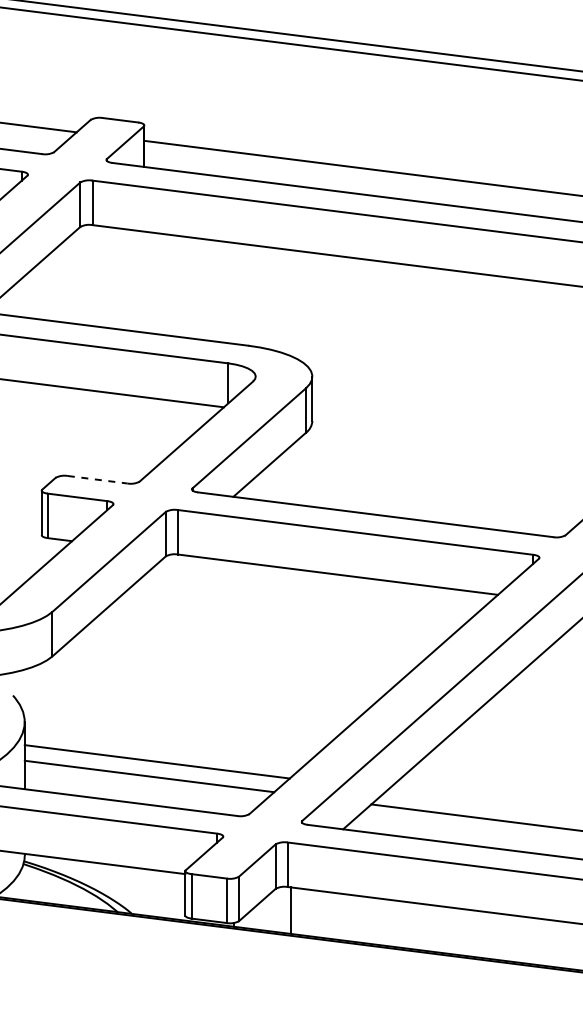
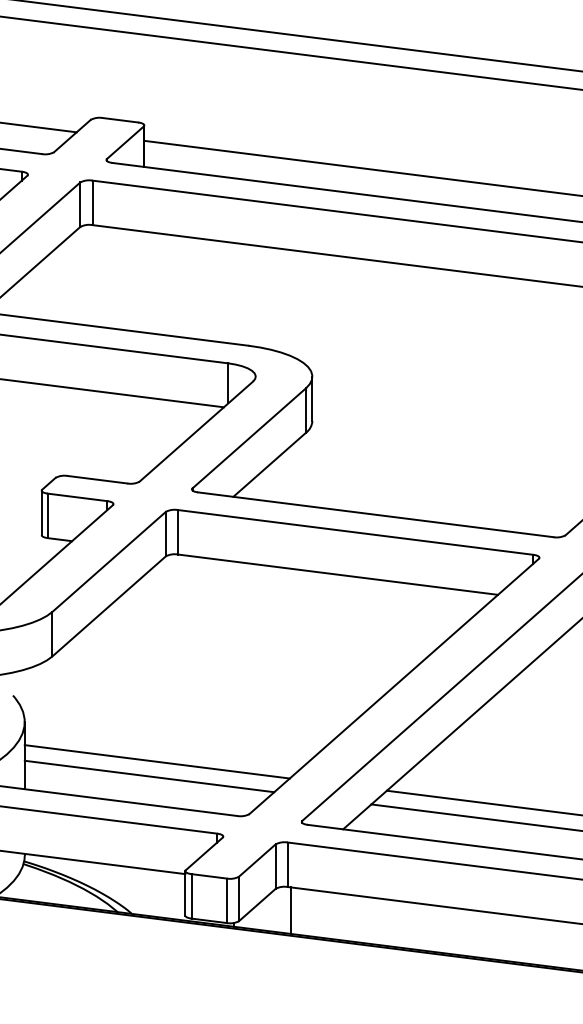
line at (290, 43) position: (290, 43) -> (290, 52)
line at (98, 479): dashed -> solid
line at (482, 802): none -> present
